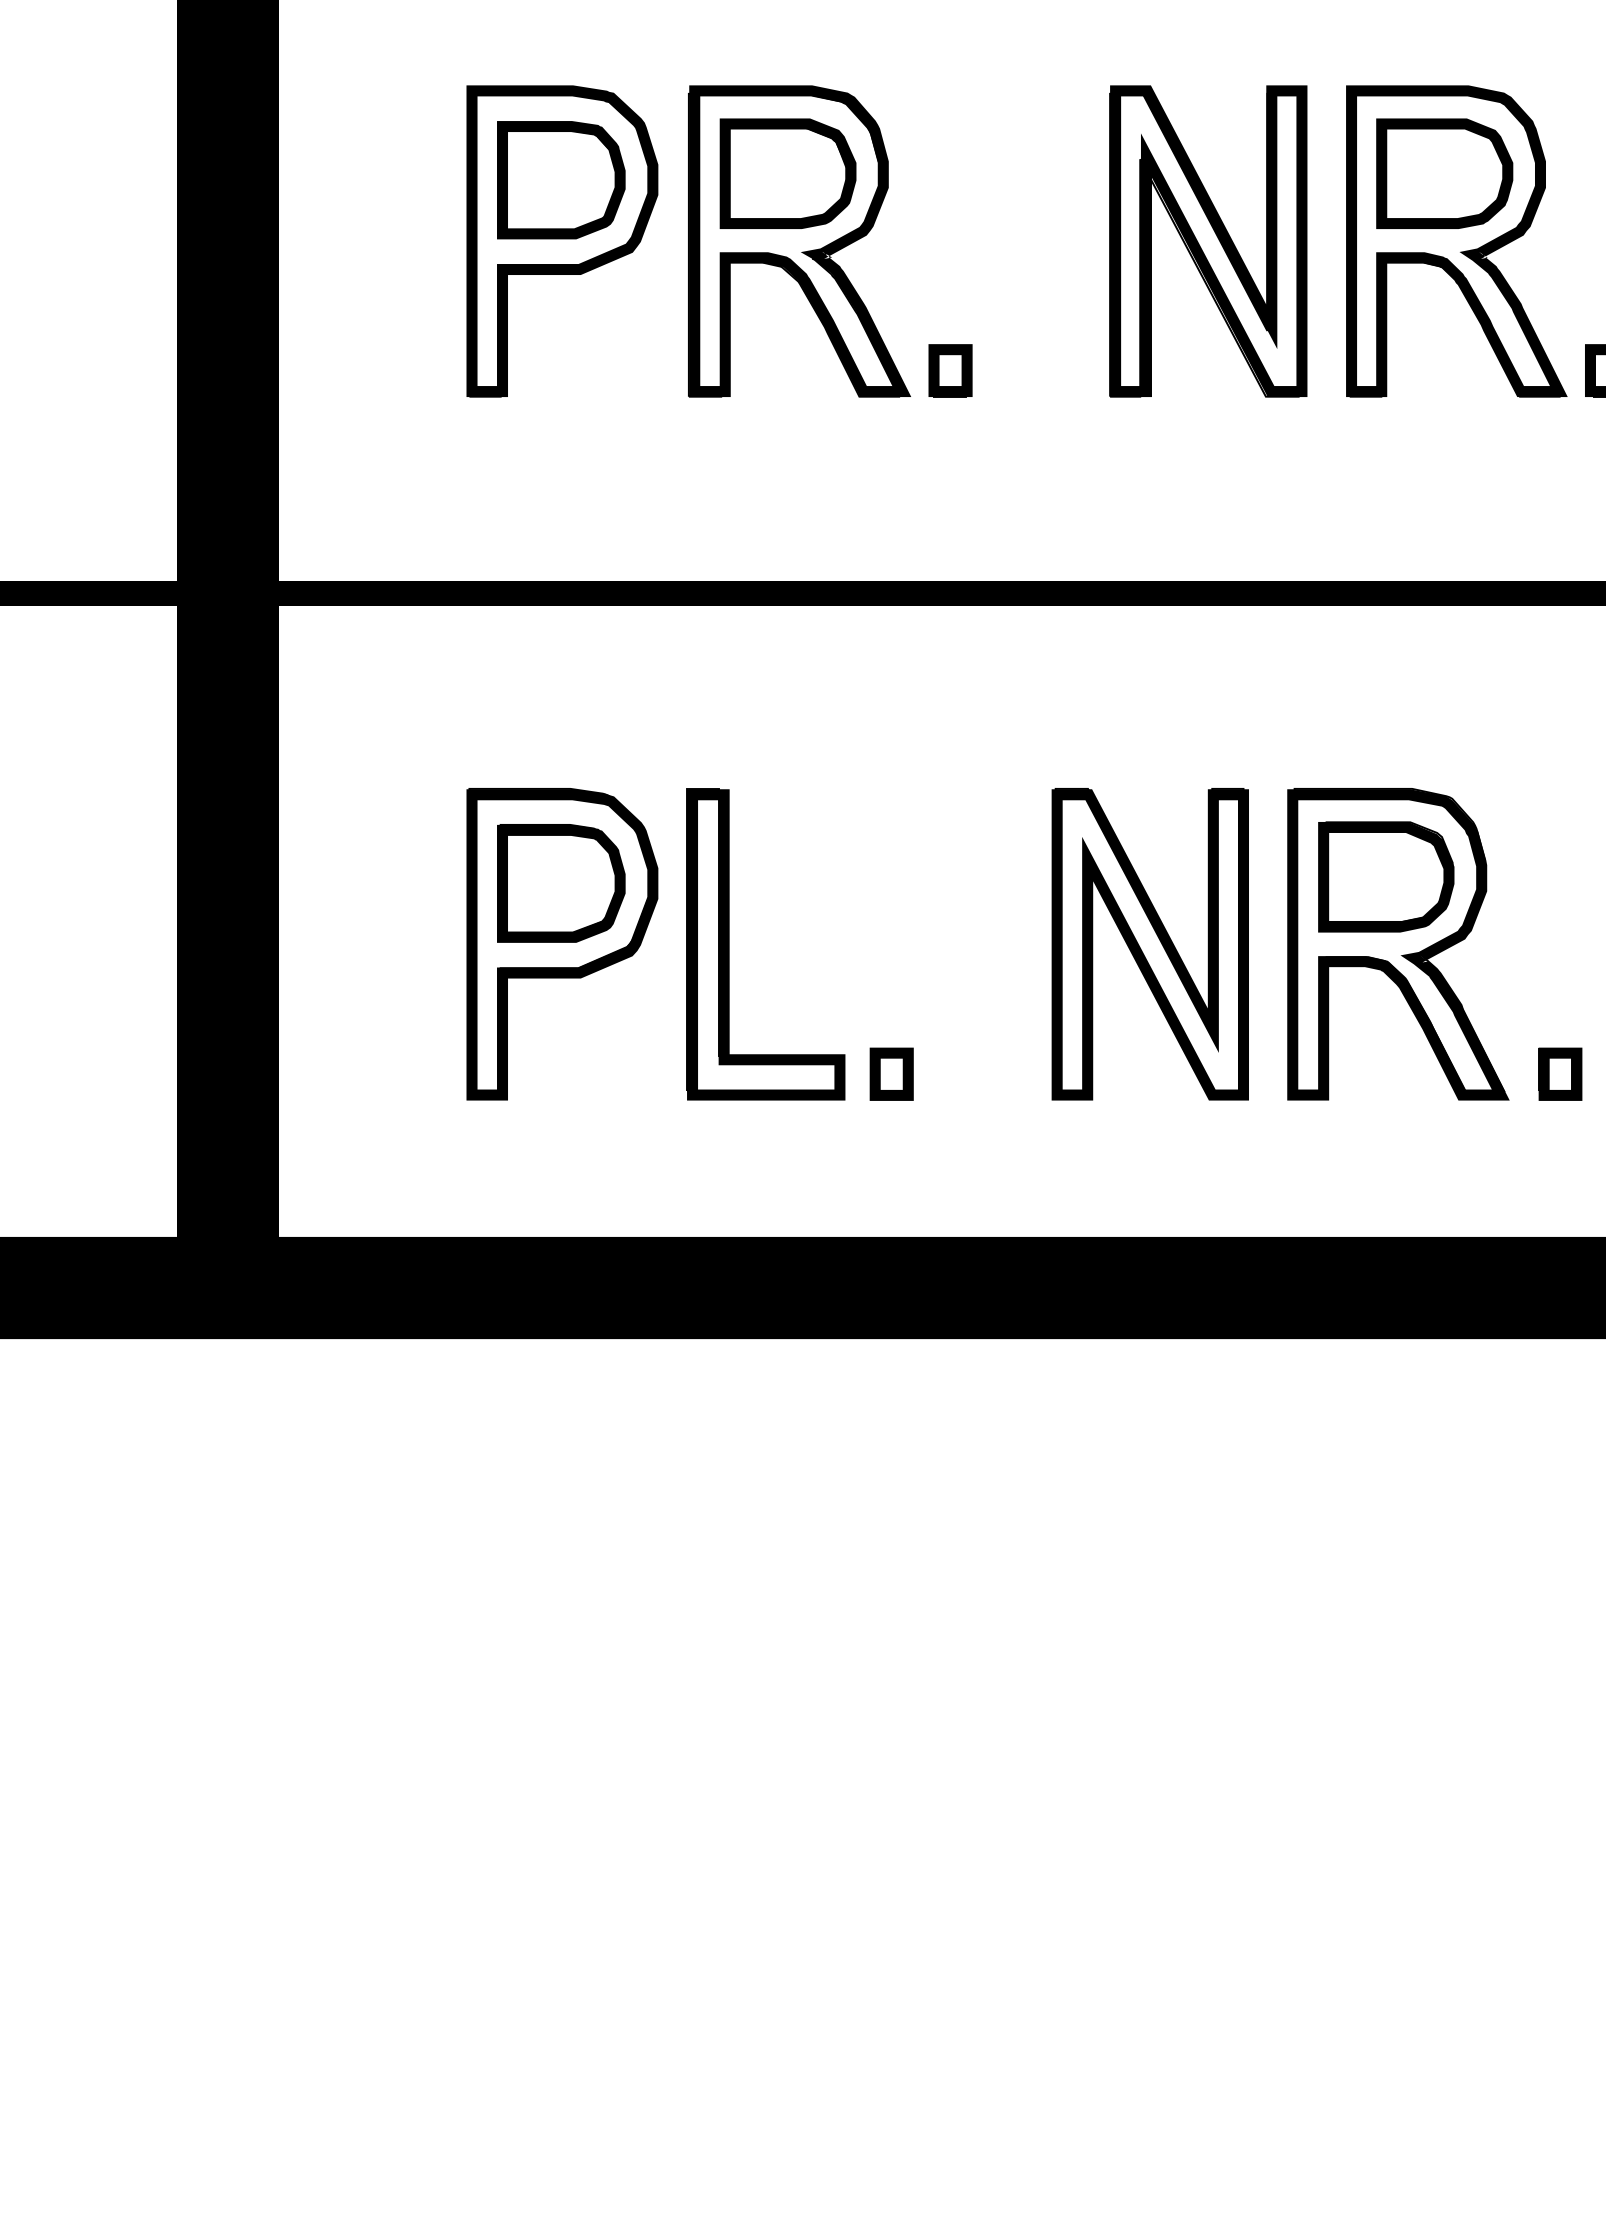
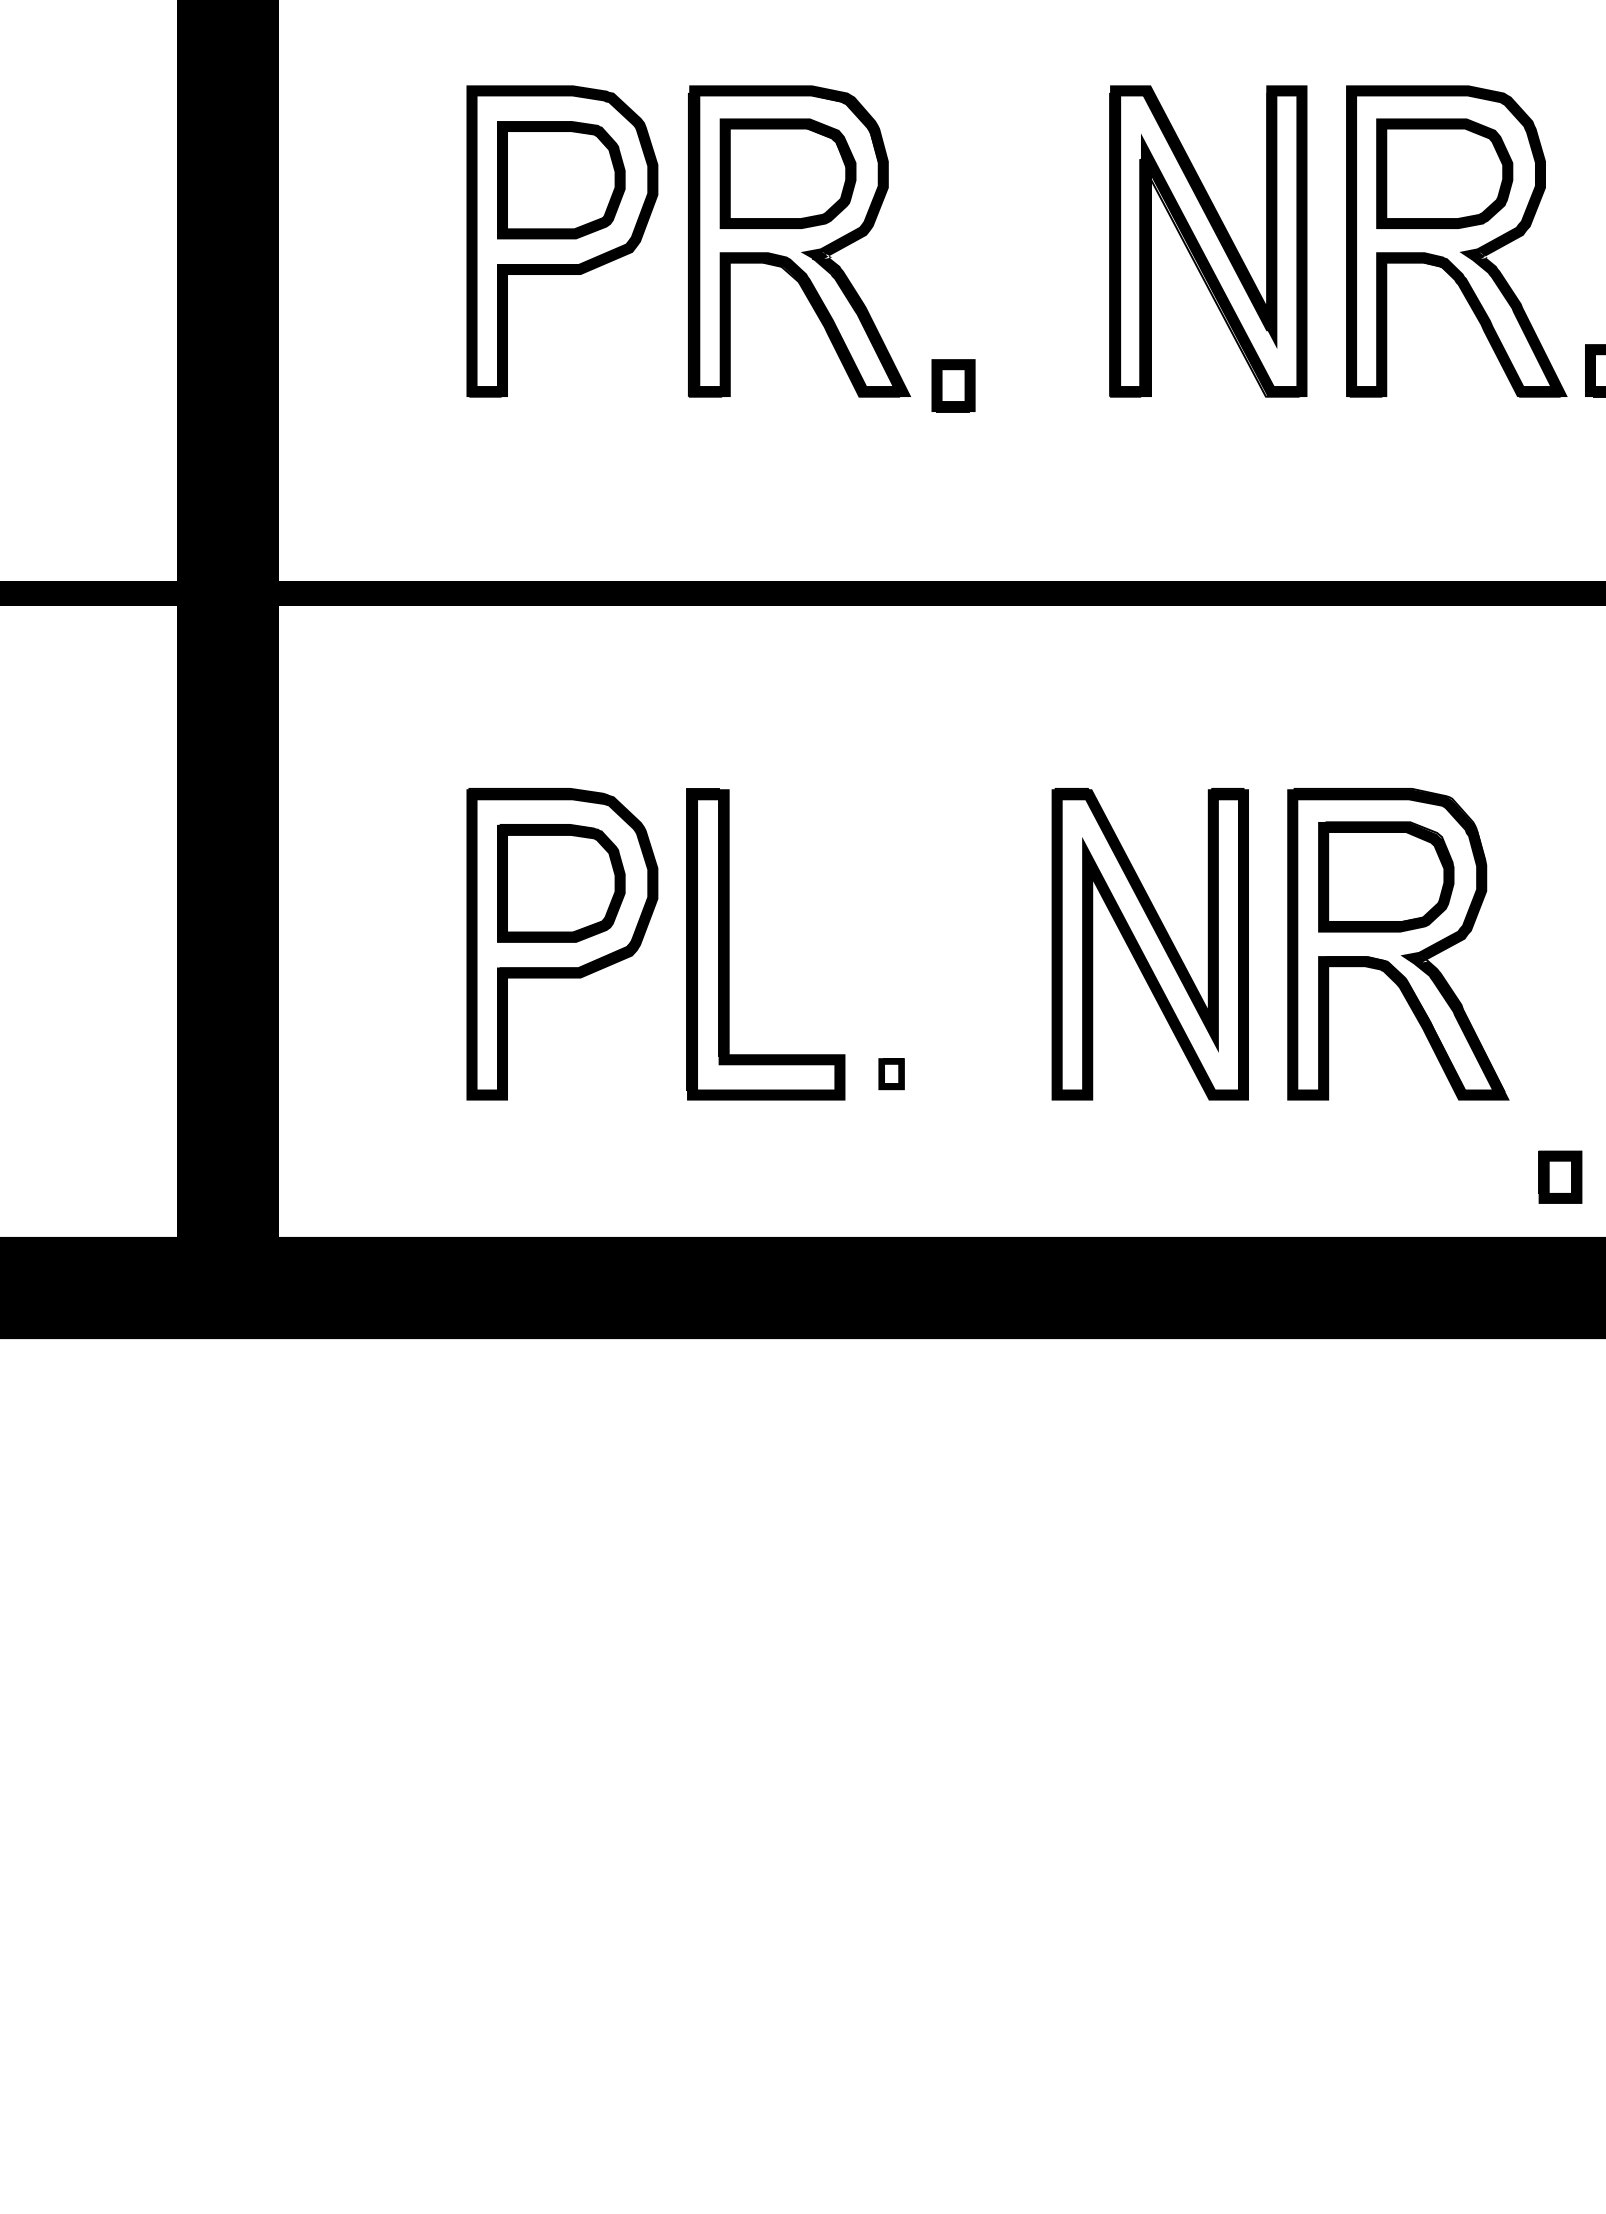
part at (950, 370) position: (950, 370) -> (953, 385)
part at (891, 1073) size: 45x54 px -> 27x33 px
part at (1560, 1073) position: (1560, 1073) -> (1560, 1176)
